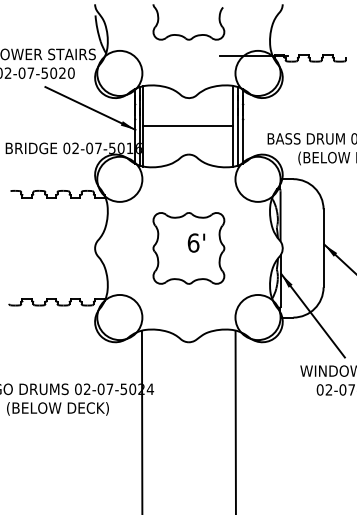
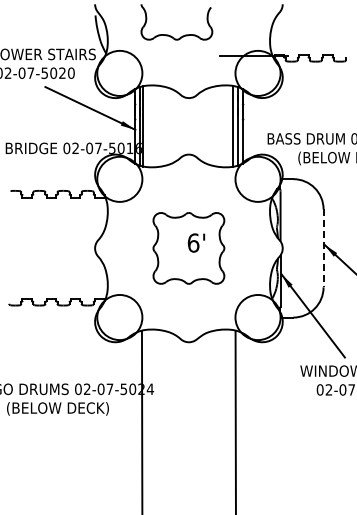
part at (183, 35) position: (183, 35) -> (171, 35)
line at (188, 125): present -> none
line at (323, 248): solid -> dashed
